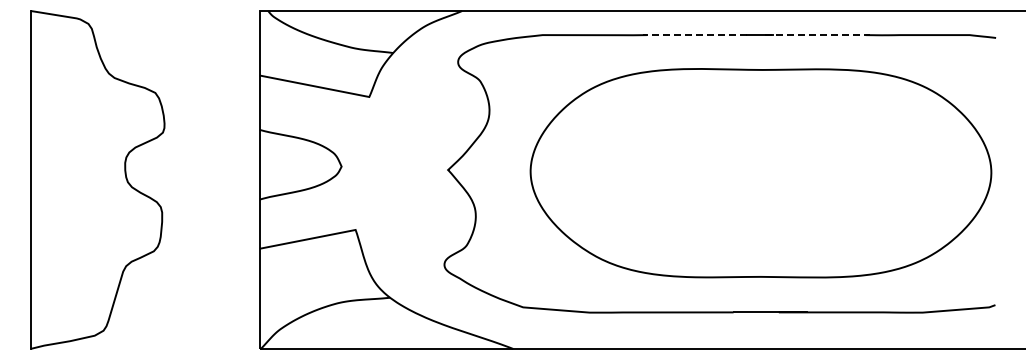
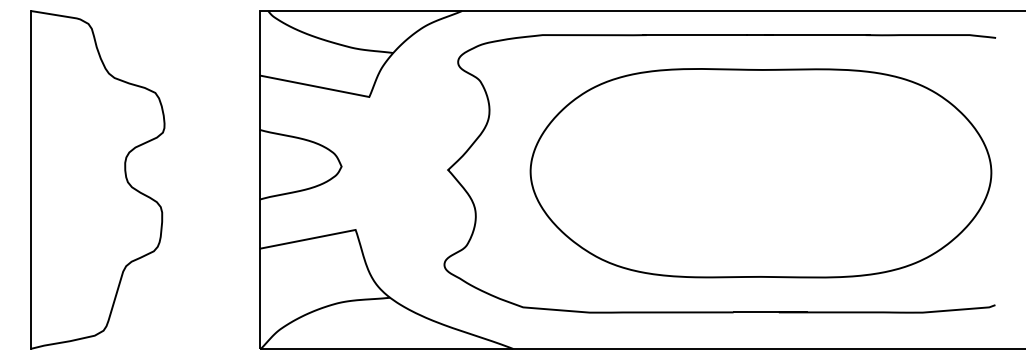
line at (694, 35): dashed -> solid
line at (817, 35): dashed -> solid
